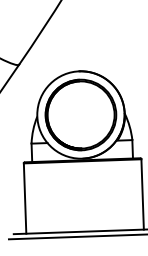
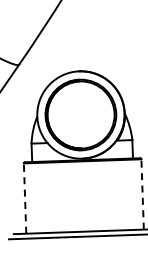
line at (142, 193): solid -> dashed
line at (25, 198): solid -> dashed
